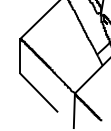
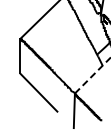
line at (93, 75): solid -> dashed
